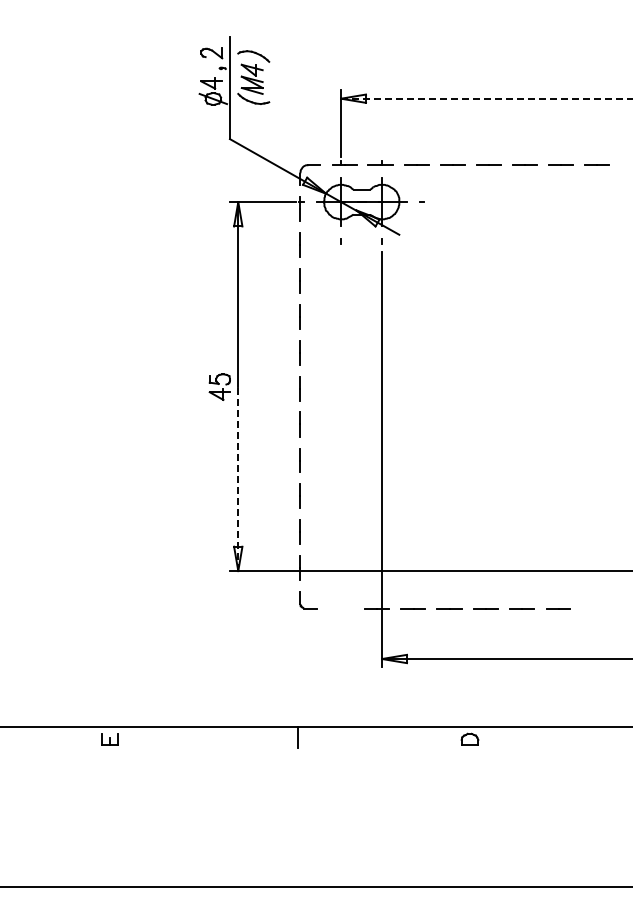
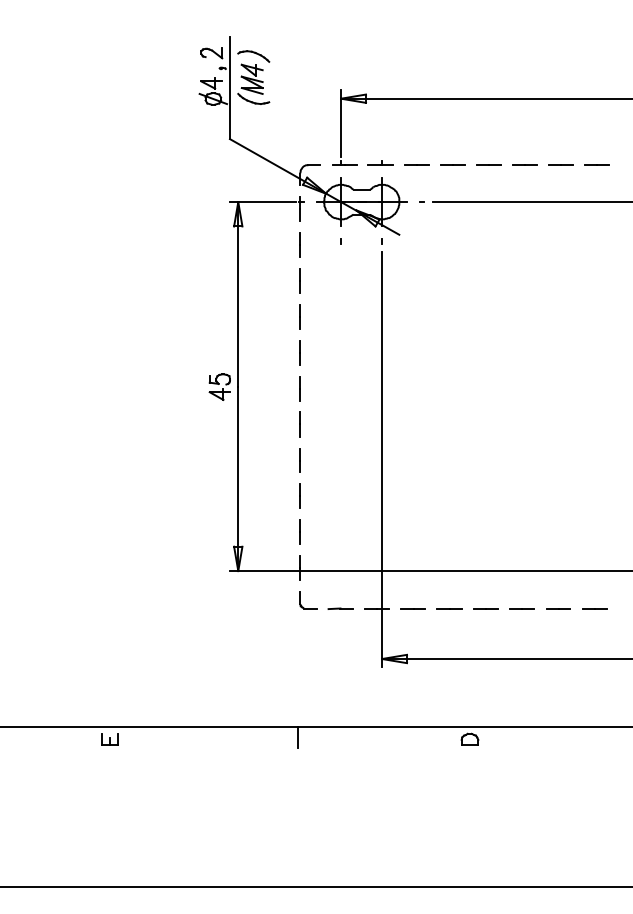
line at (486, 98): dashed -> solid
line at (530, 202): none -> present
line at (238, 478): dashed -> solid
line at (340, 608): none -> present
line at (594, 608): none -> present
